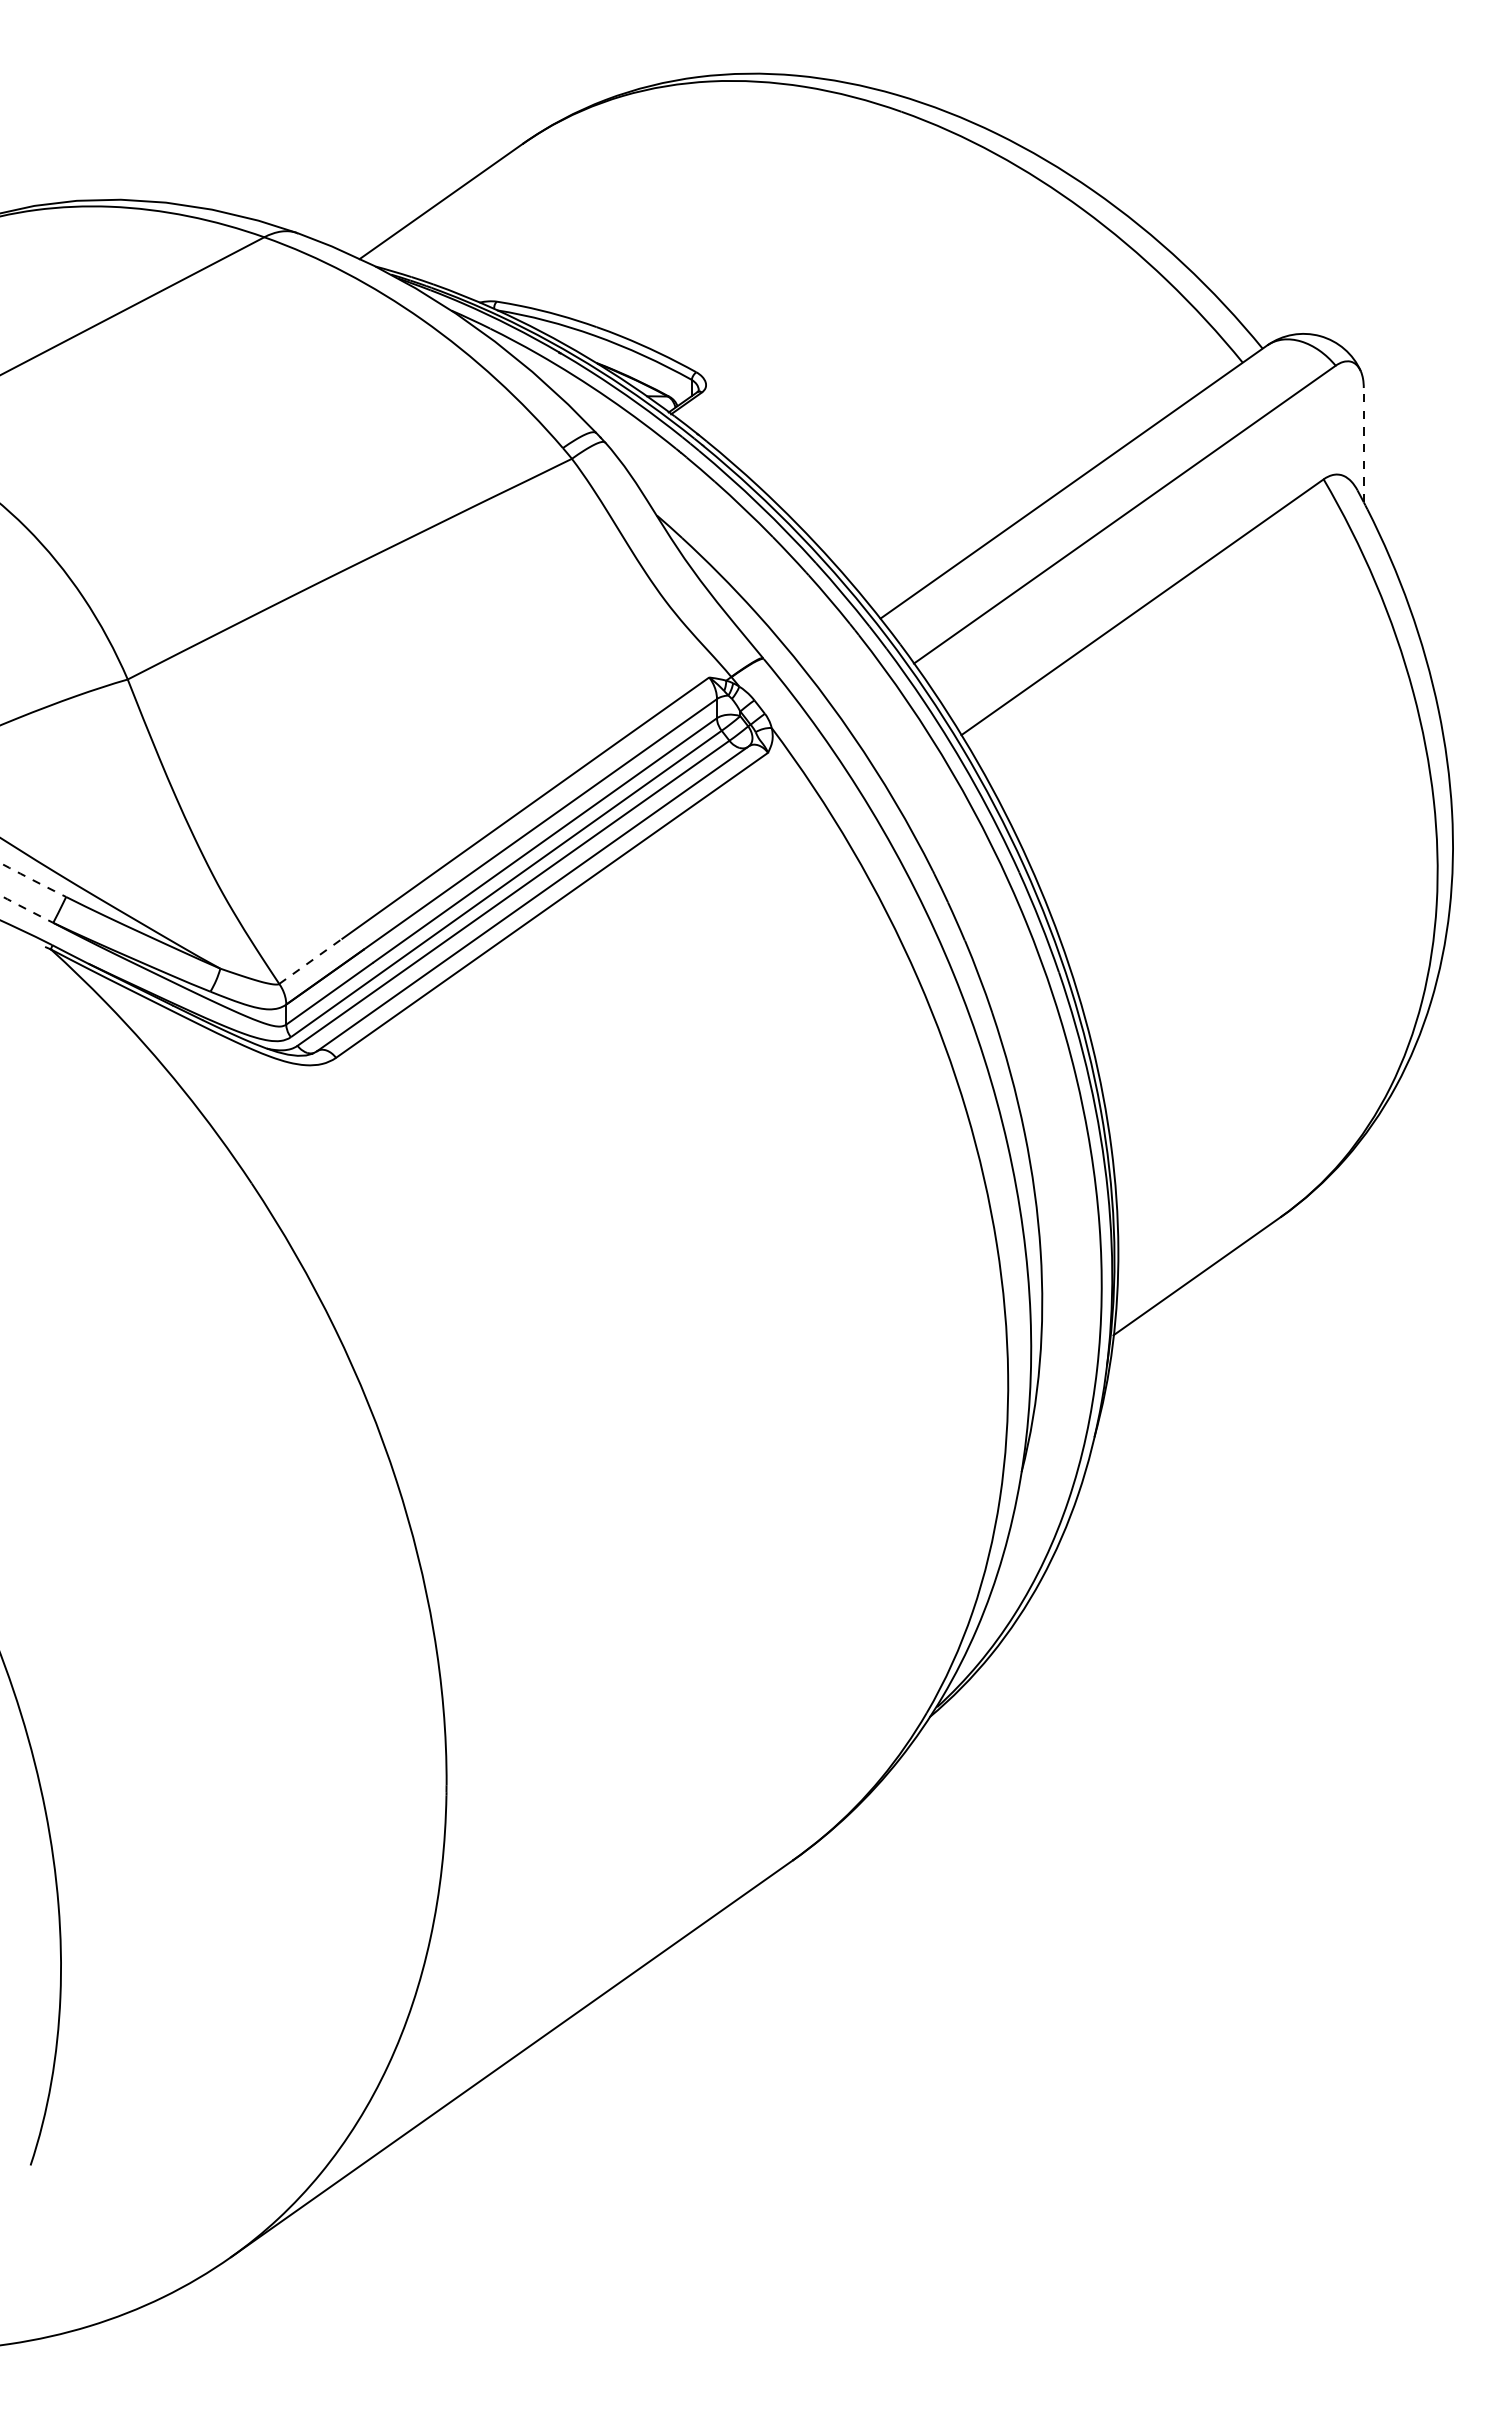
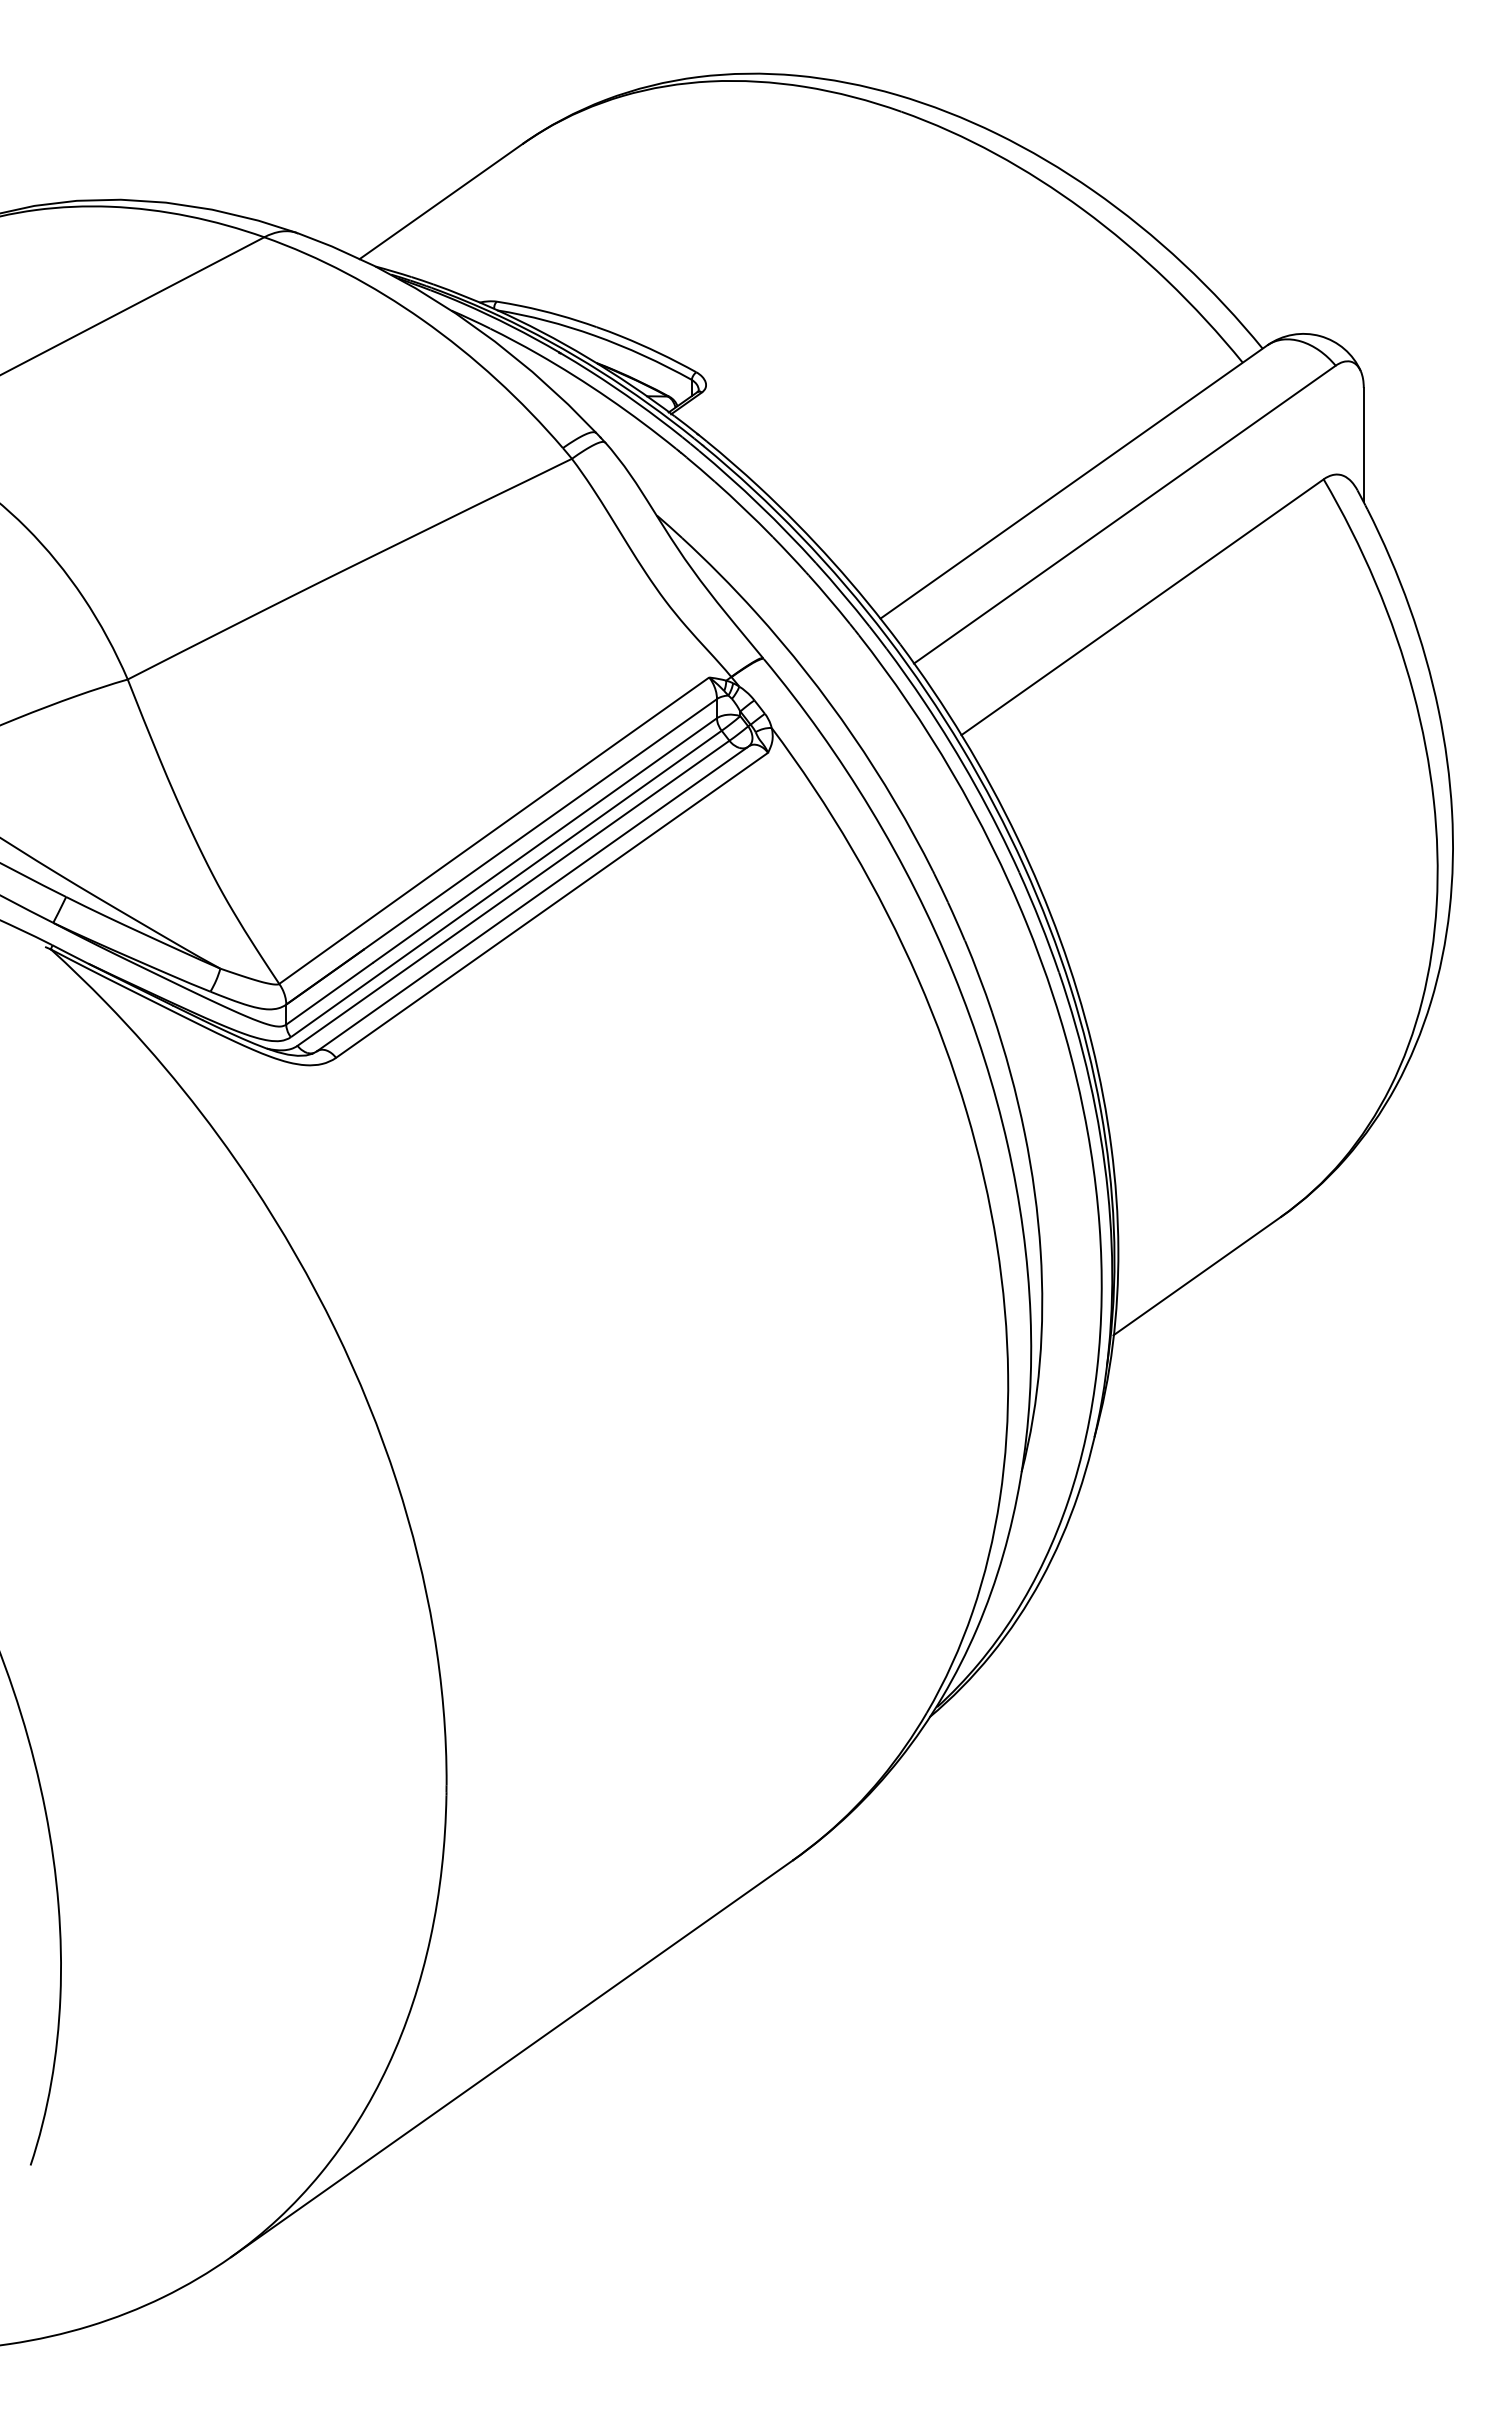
line at (1363, 444): dashed -> solid
arc at (32, 880): dashed -> solid
arc at (26, 909): dashed -> solid
line at (310, 961): dashed -> solid
